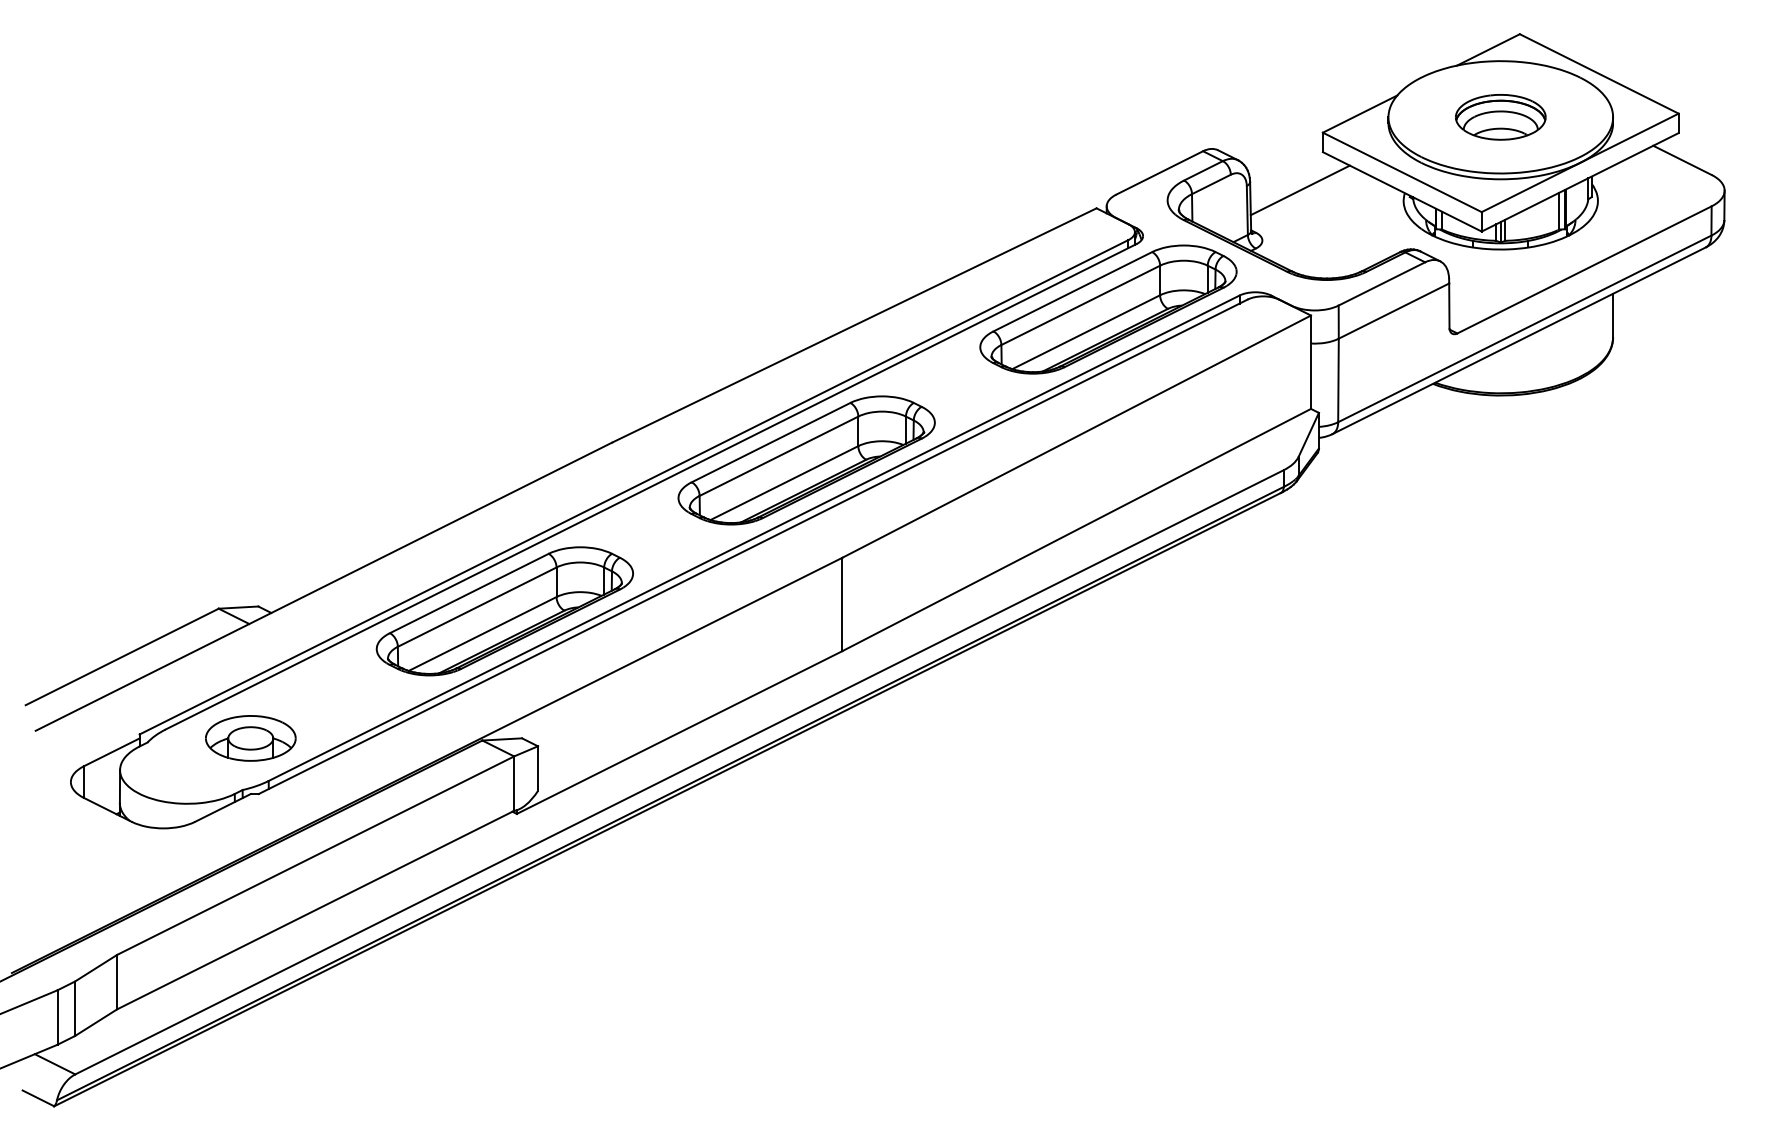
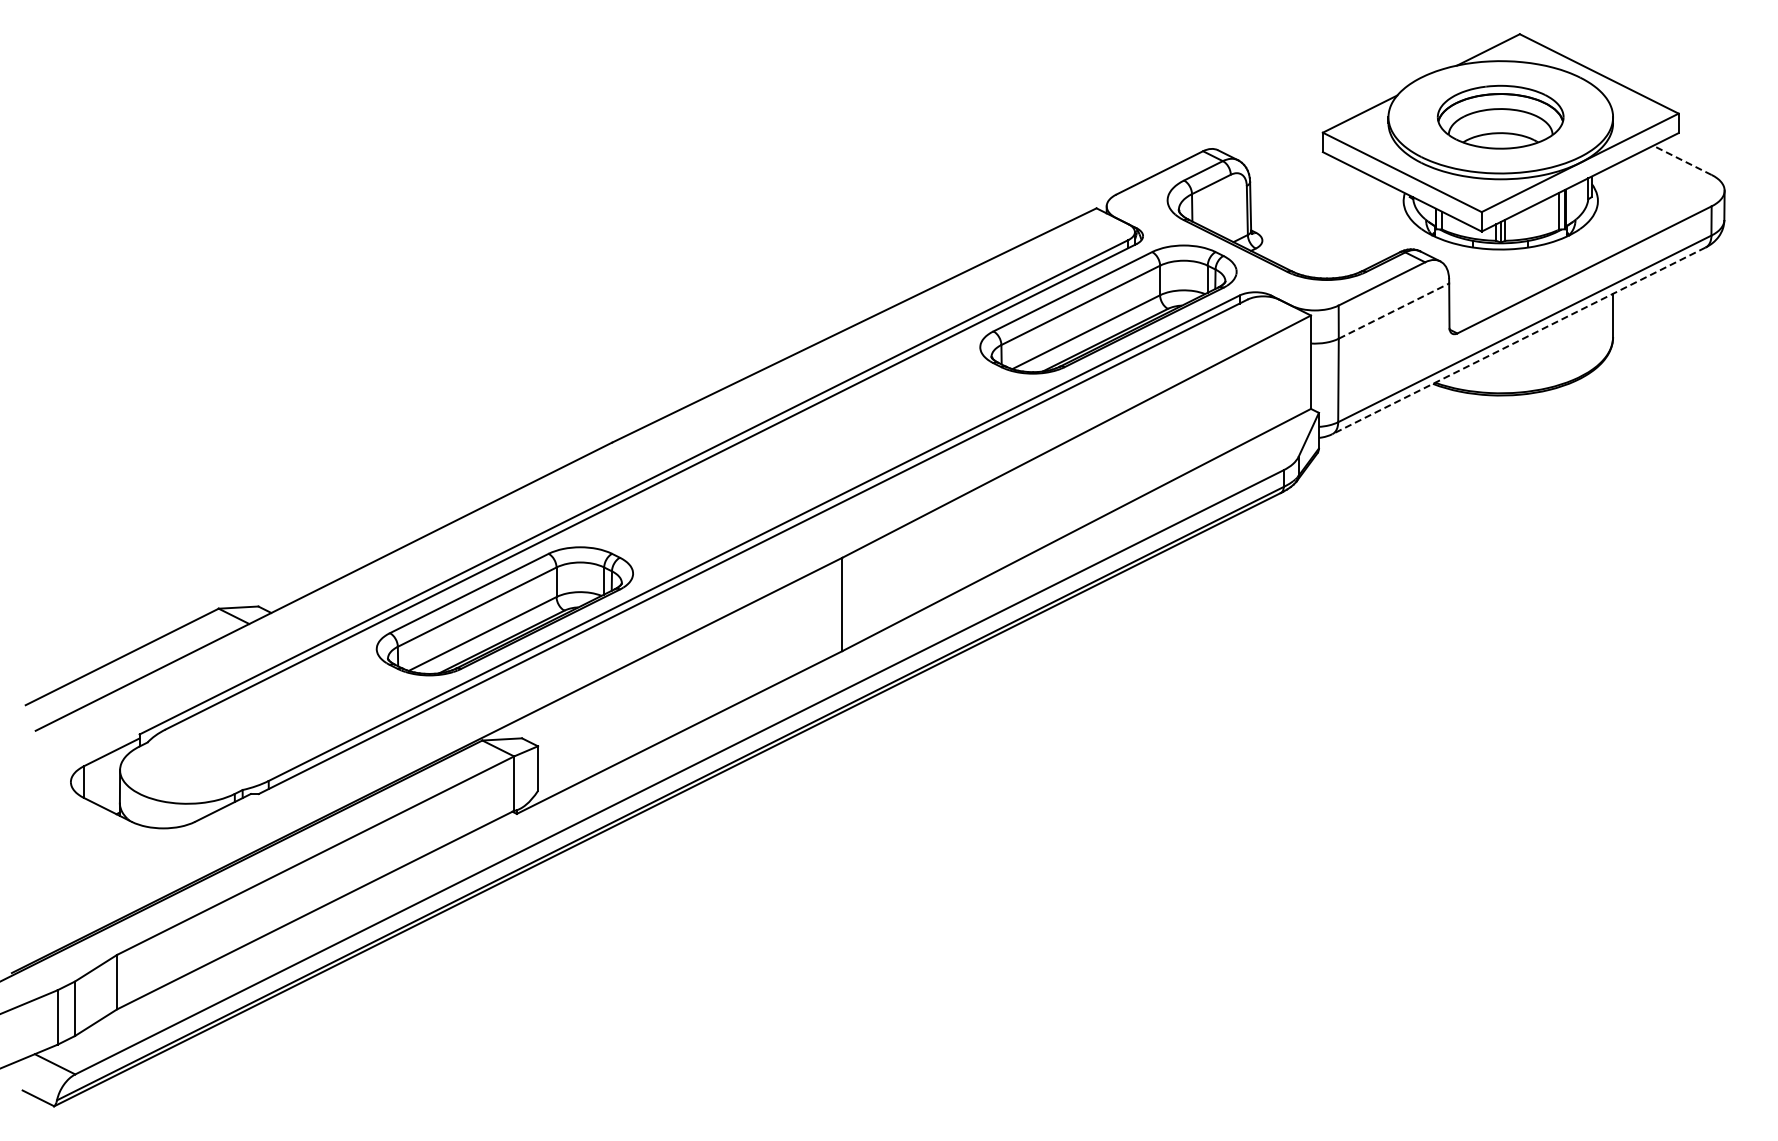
part at (1500, 117) size: 92x47 px -> 129x66 px
line at (1682, 160): solid -> dashed
line at (1299, 190): present -> none
line at (1393, 311): solid -> dashed
line at (1518, 340): solid -> dashed
part at (806, 460): present -> none
part at (250, 738): present -> none
